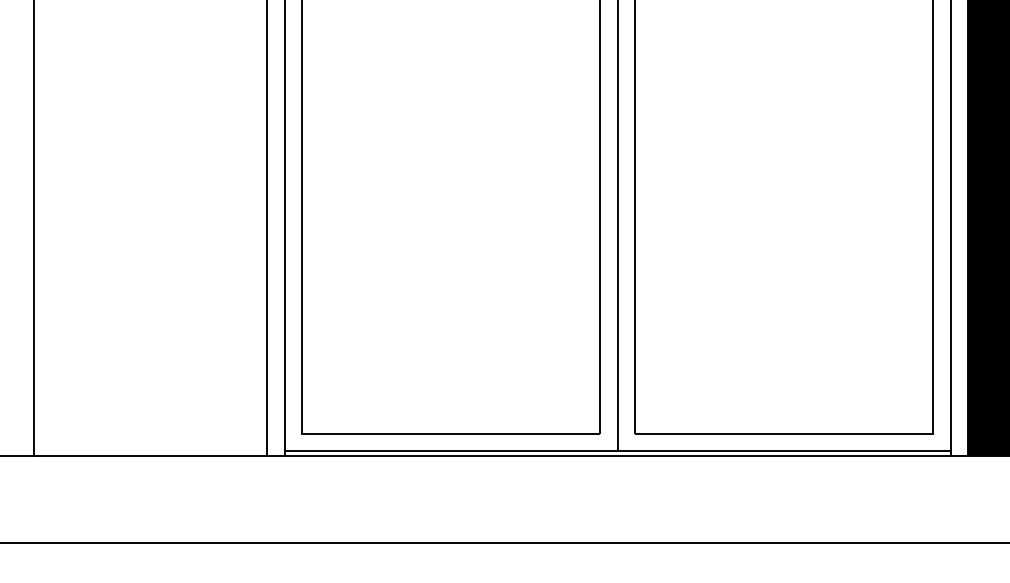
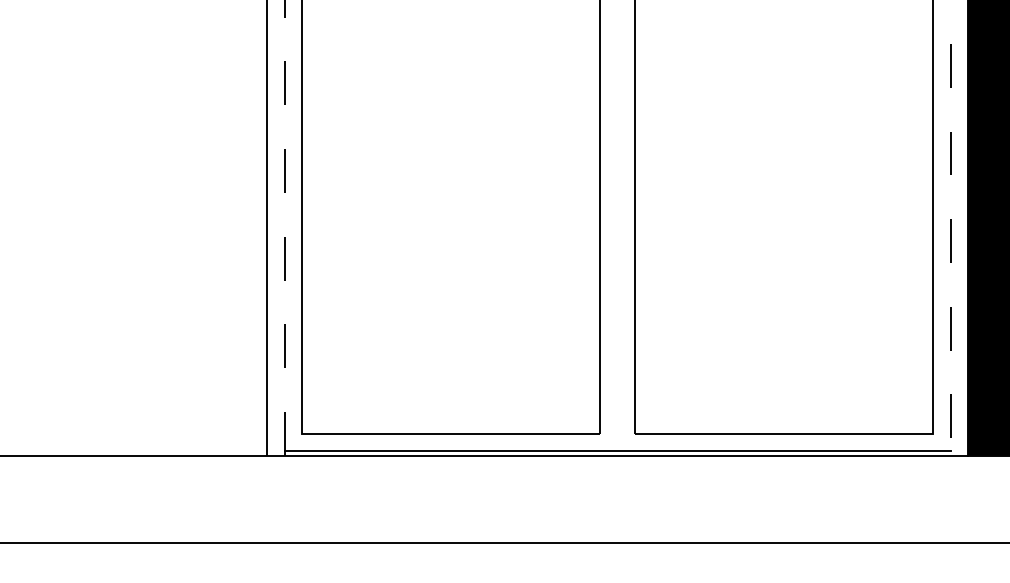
line at (950, 0): solid -> dashed
line at (617, 226): present -> none
line at (34, 228): present -> none
